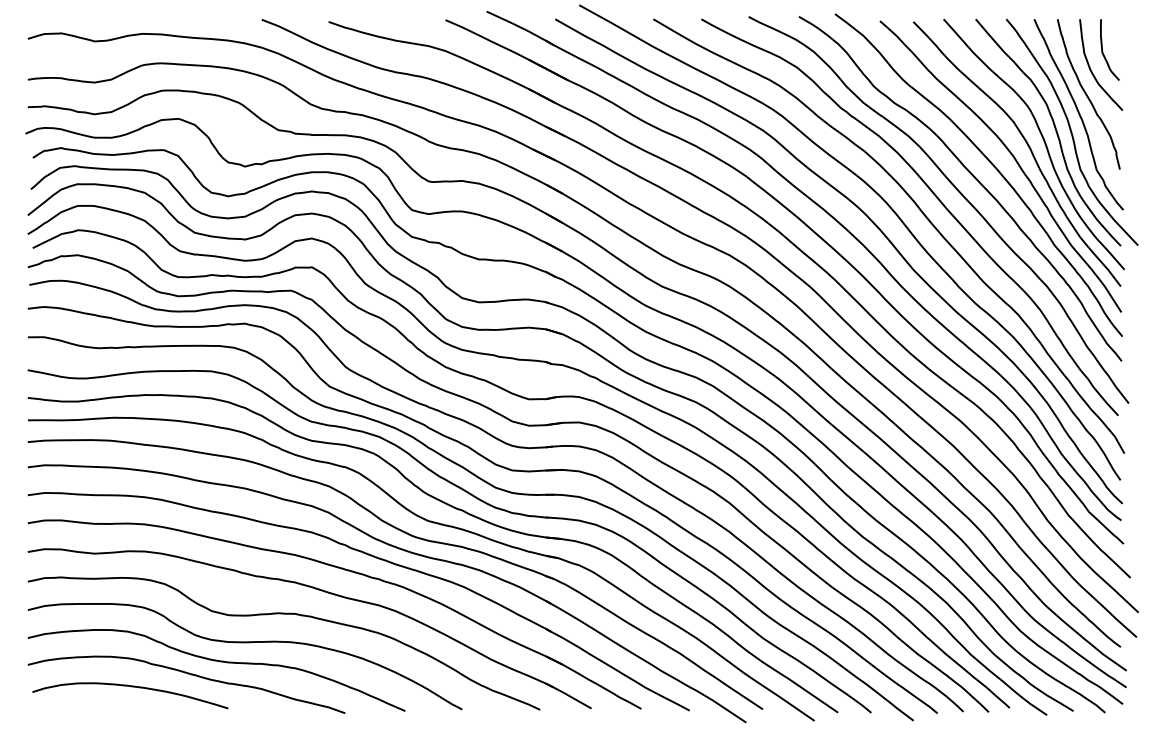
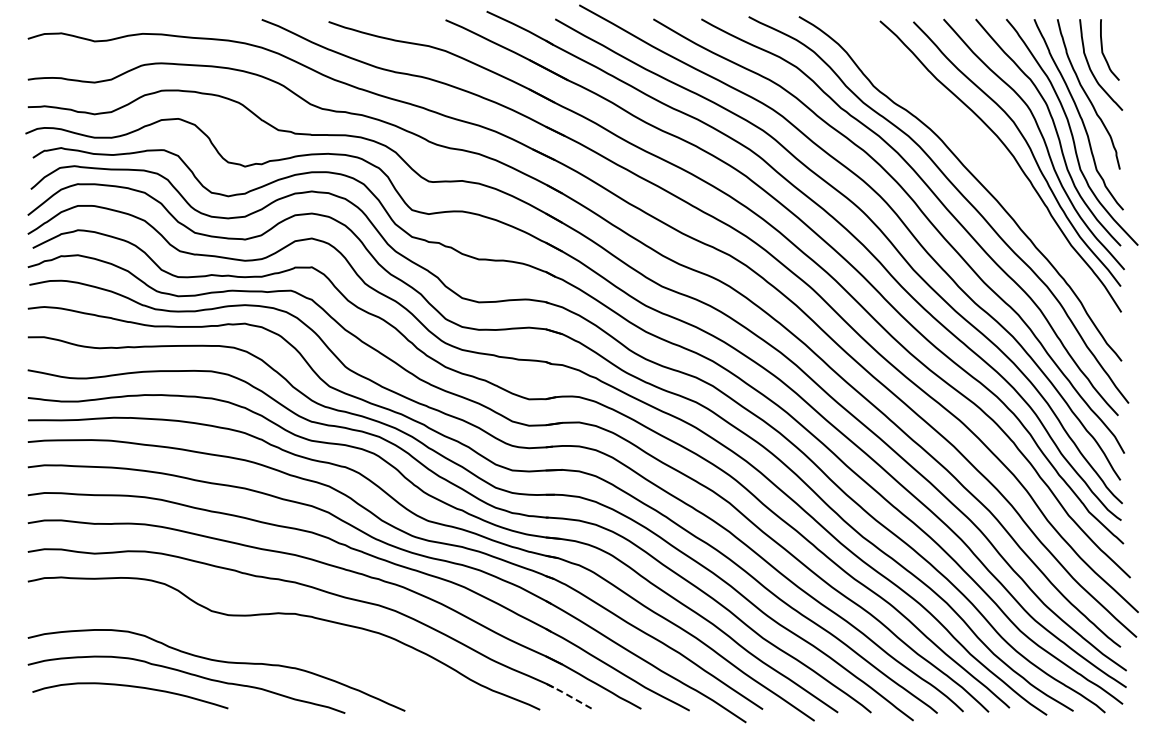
curve at (989, 162): present -> none
curve at (244, 643): present -> none
line at (567, 695): solid -> dashed
